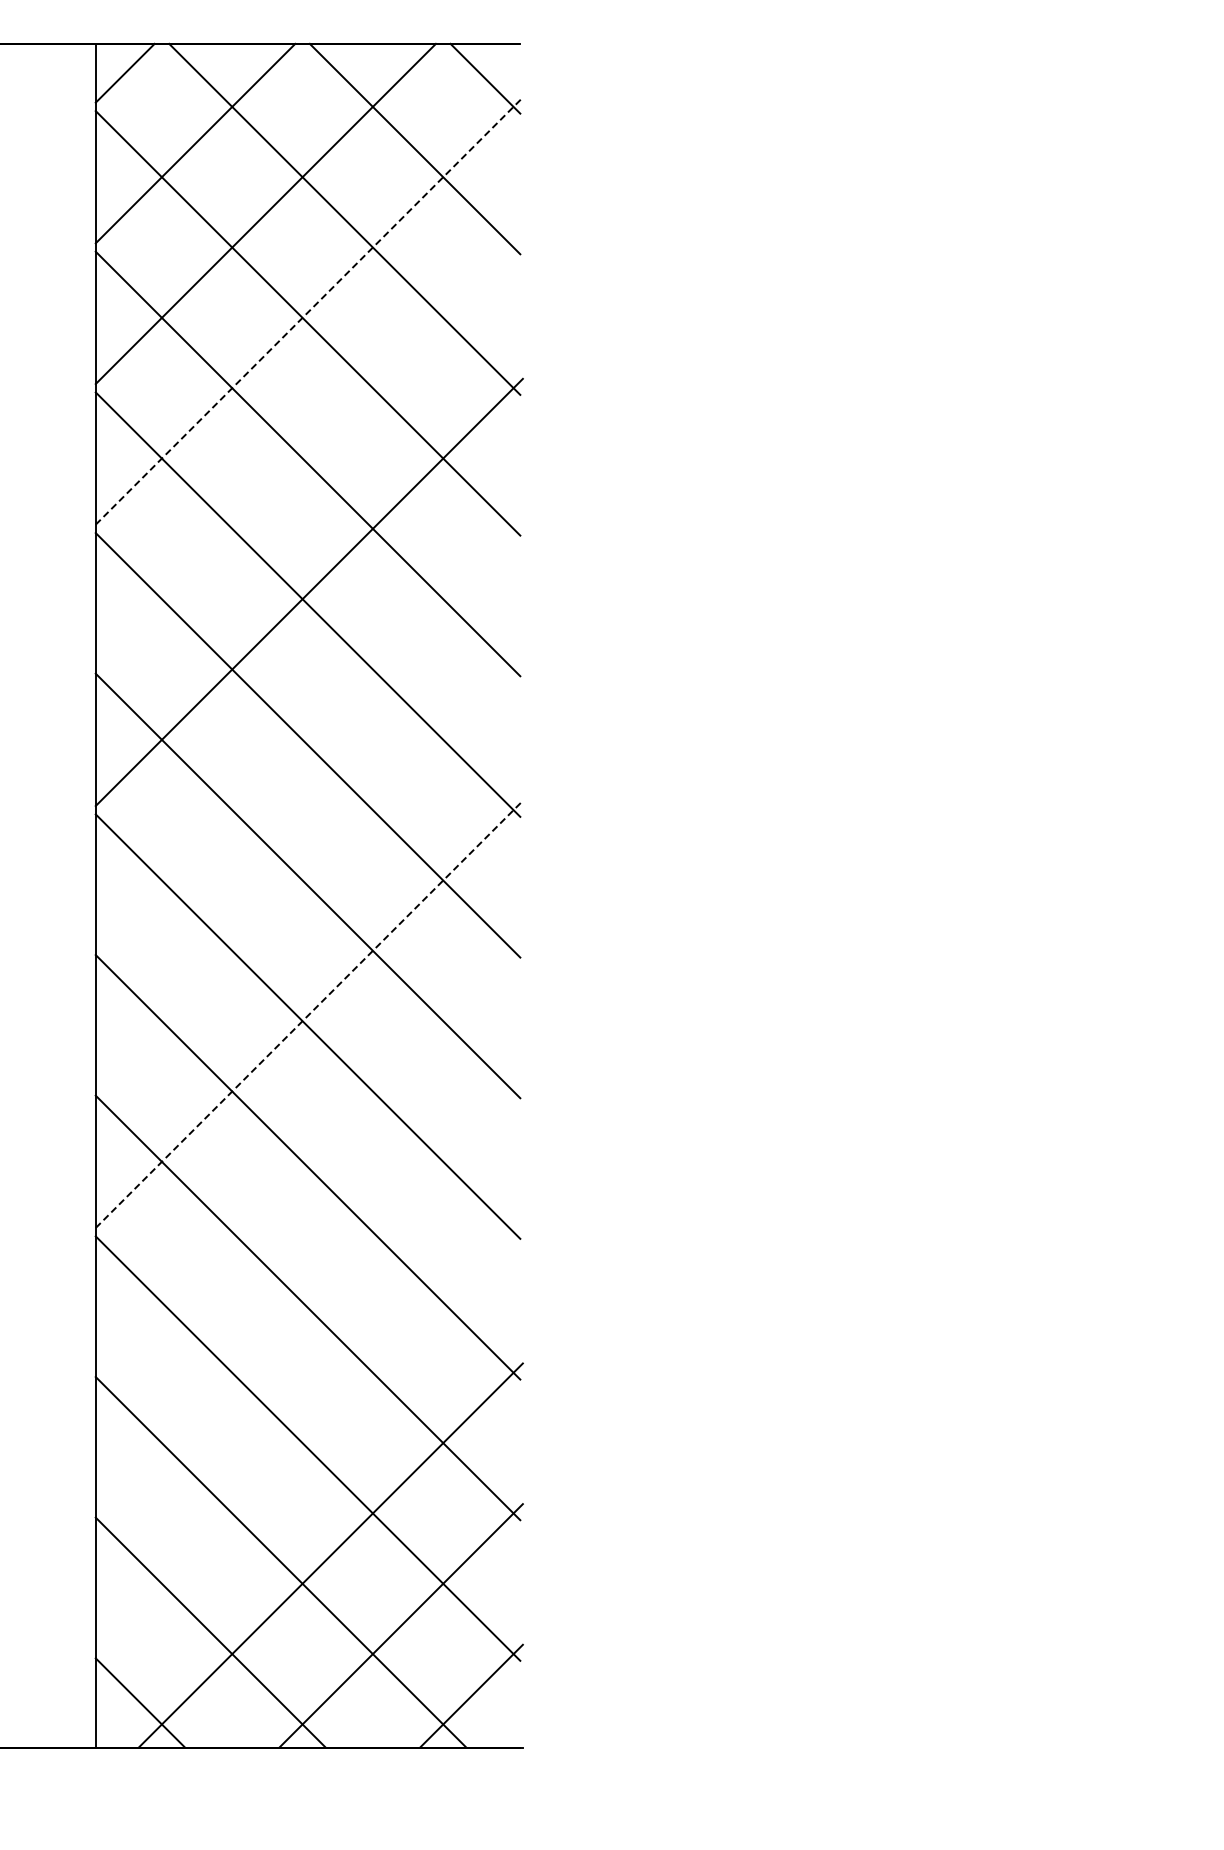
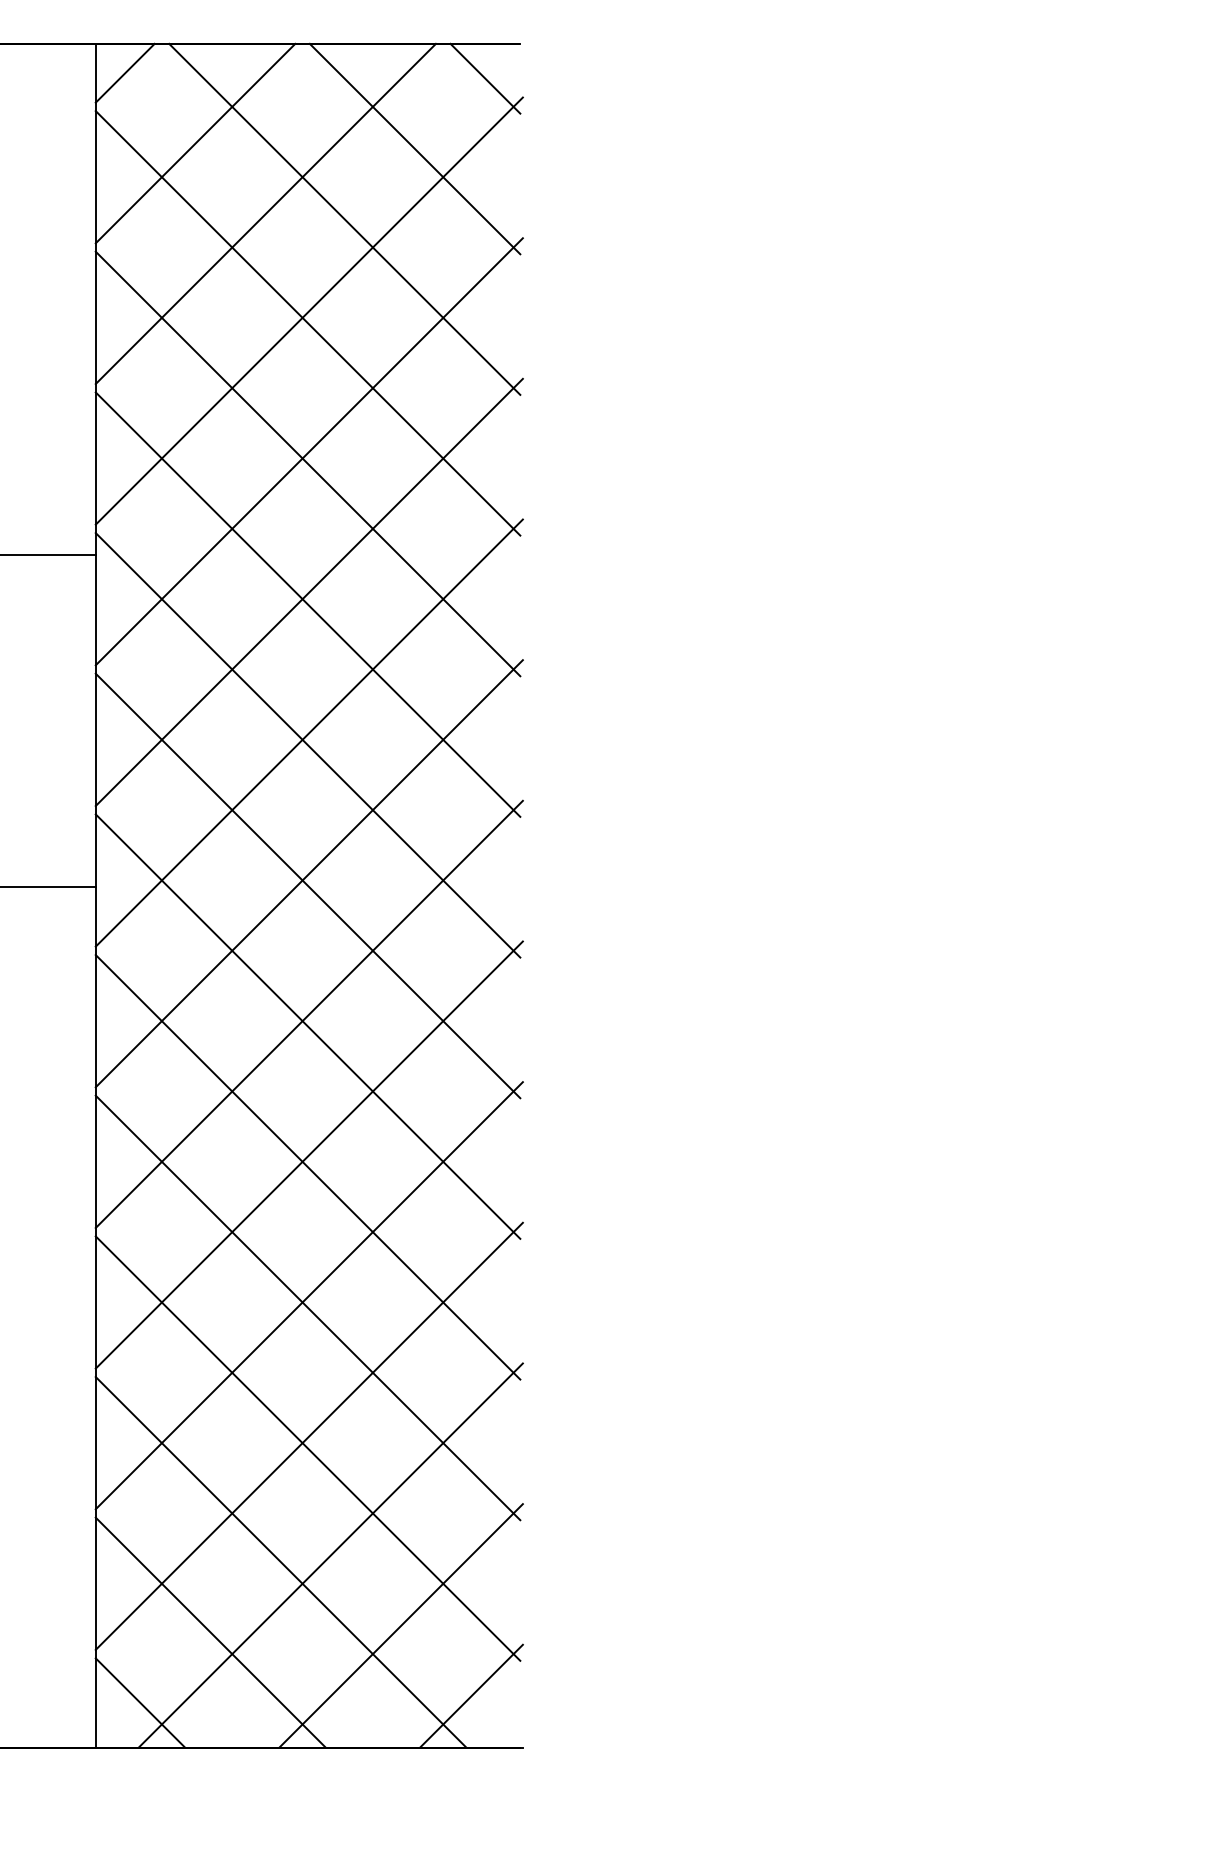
line at (309, 310): dashed -> solid
line at (308, 451): none -> present
line at (48, 555): none -> present
line at (308, 732): none -> present
line at (308, 873): none -> present
line at (48, 886): none -> present
line at (309, 1014): dashed -> solid
line at (308, 1154): none -> present
line at (308, 1295): none -> present
line at (308, 1435): none -> present
